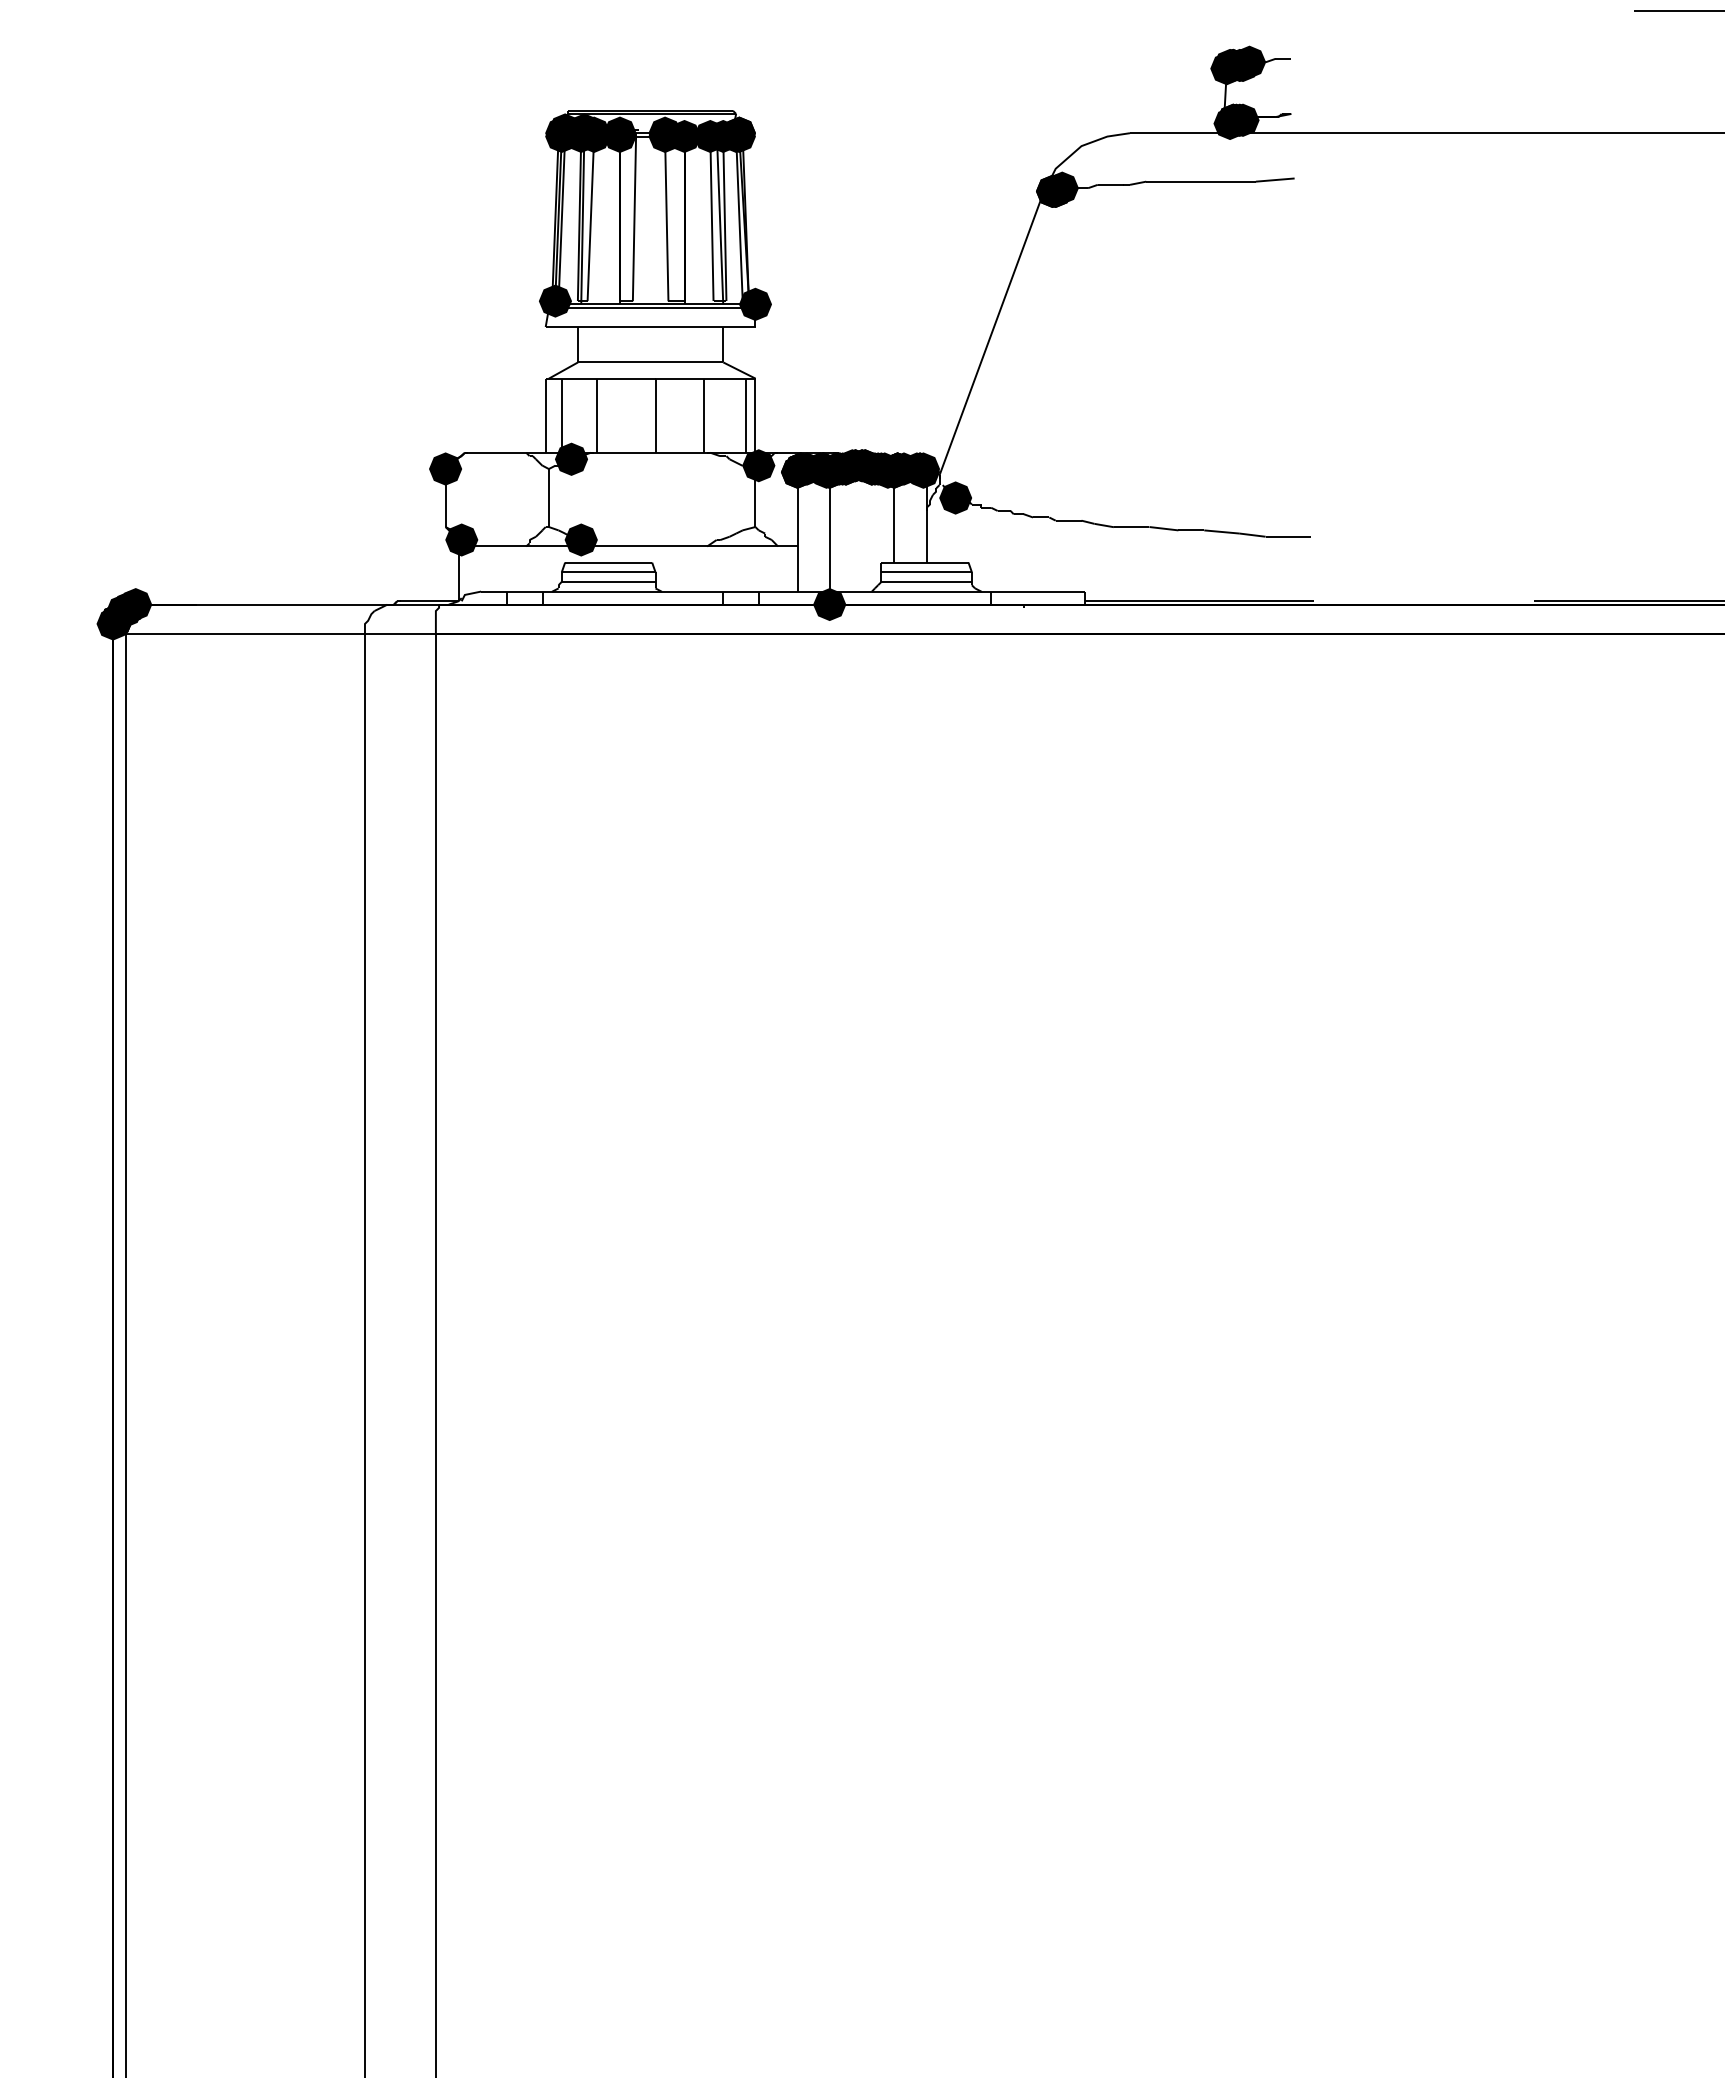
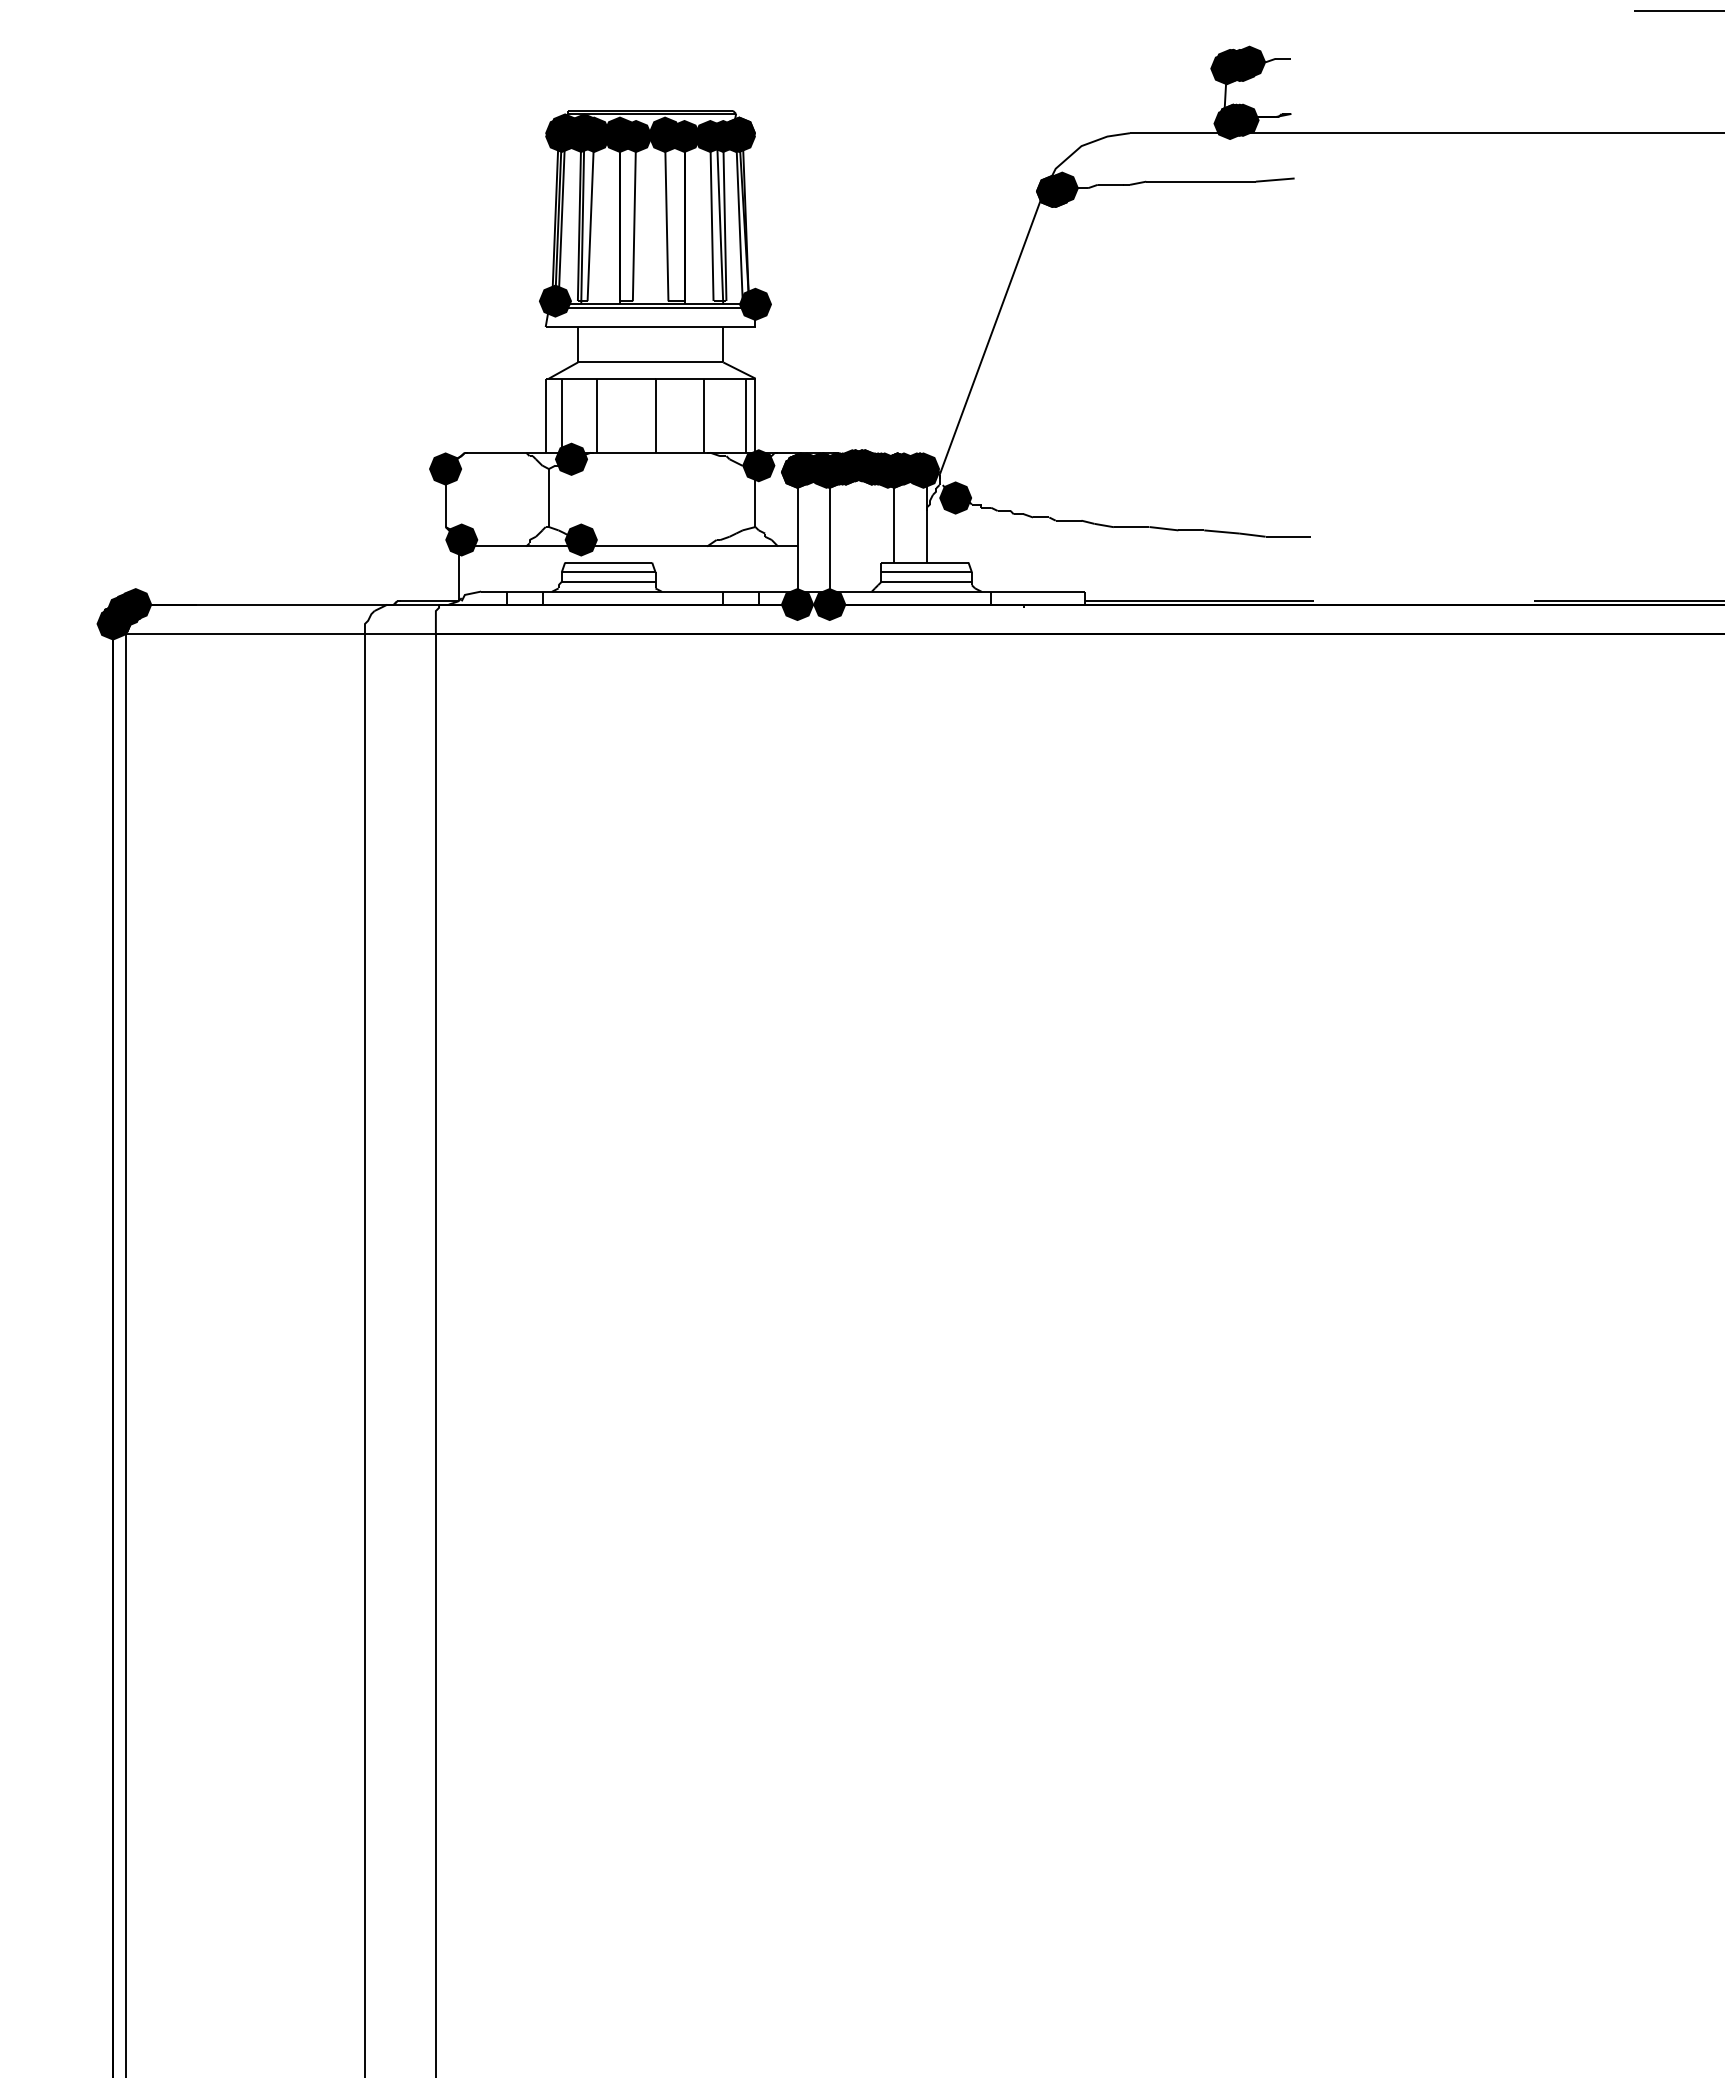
fill at (635, 136): none -> present
fill at (797, 604): none -> present
